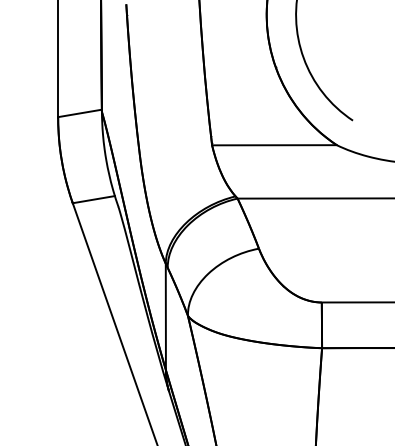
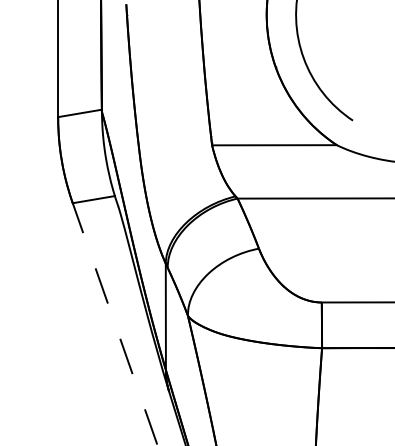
line at (115, 323): solid -> dashed
